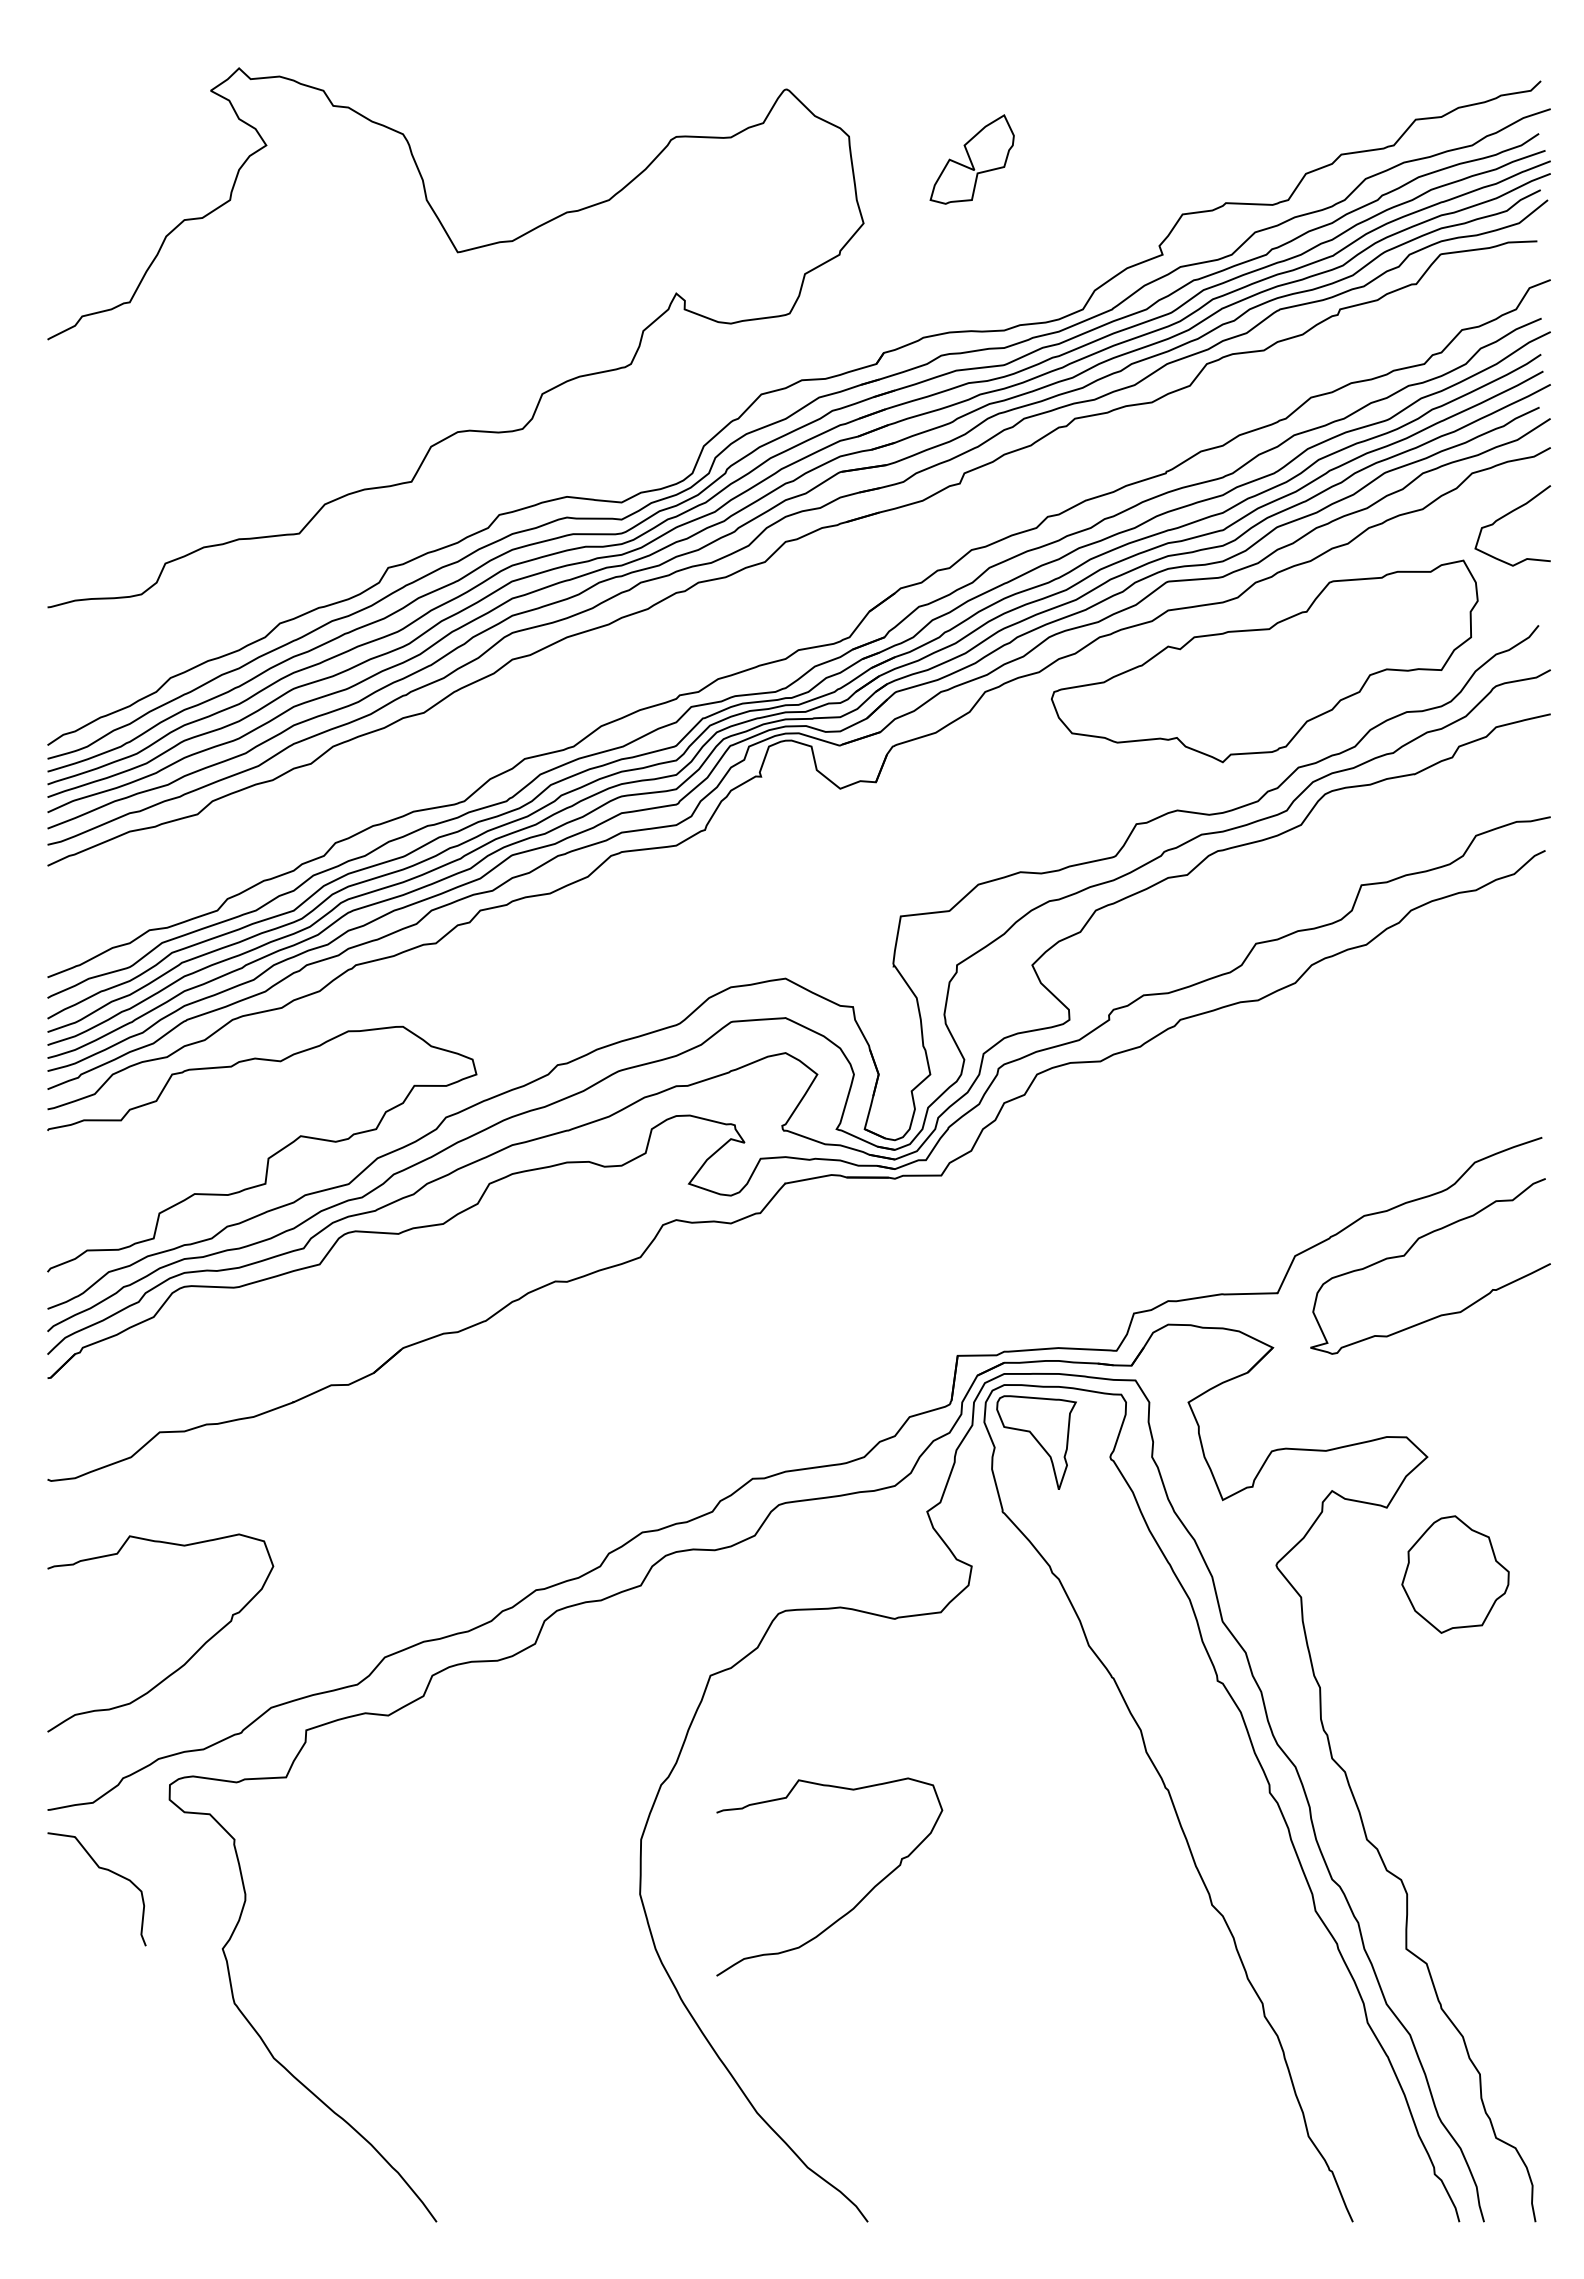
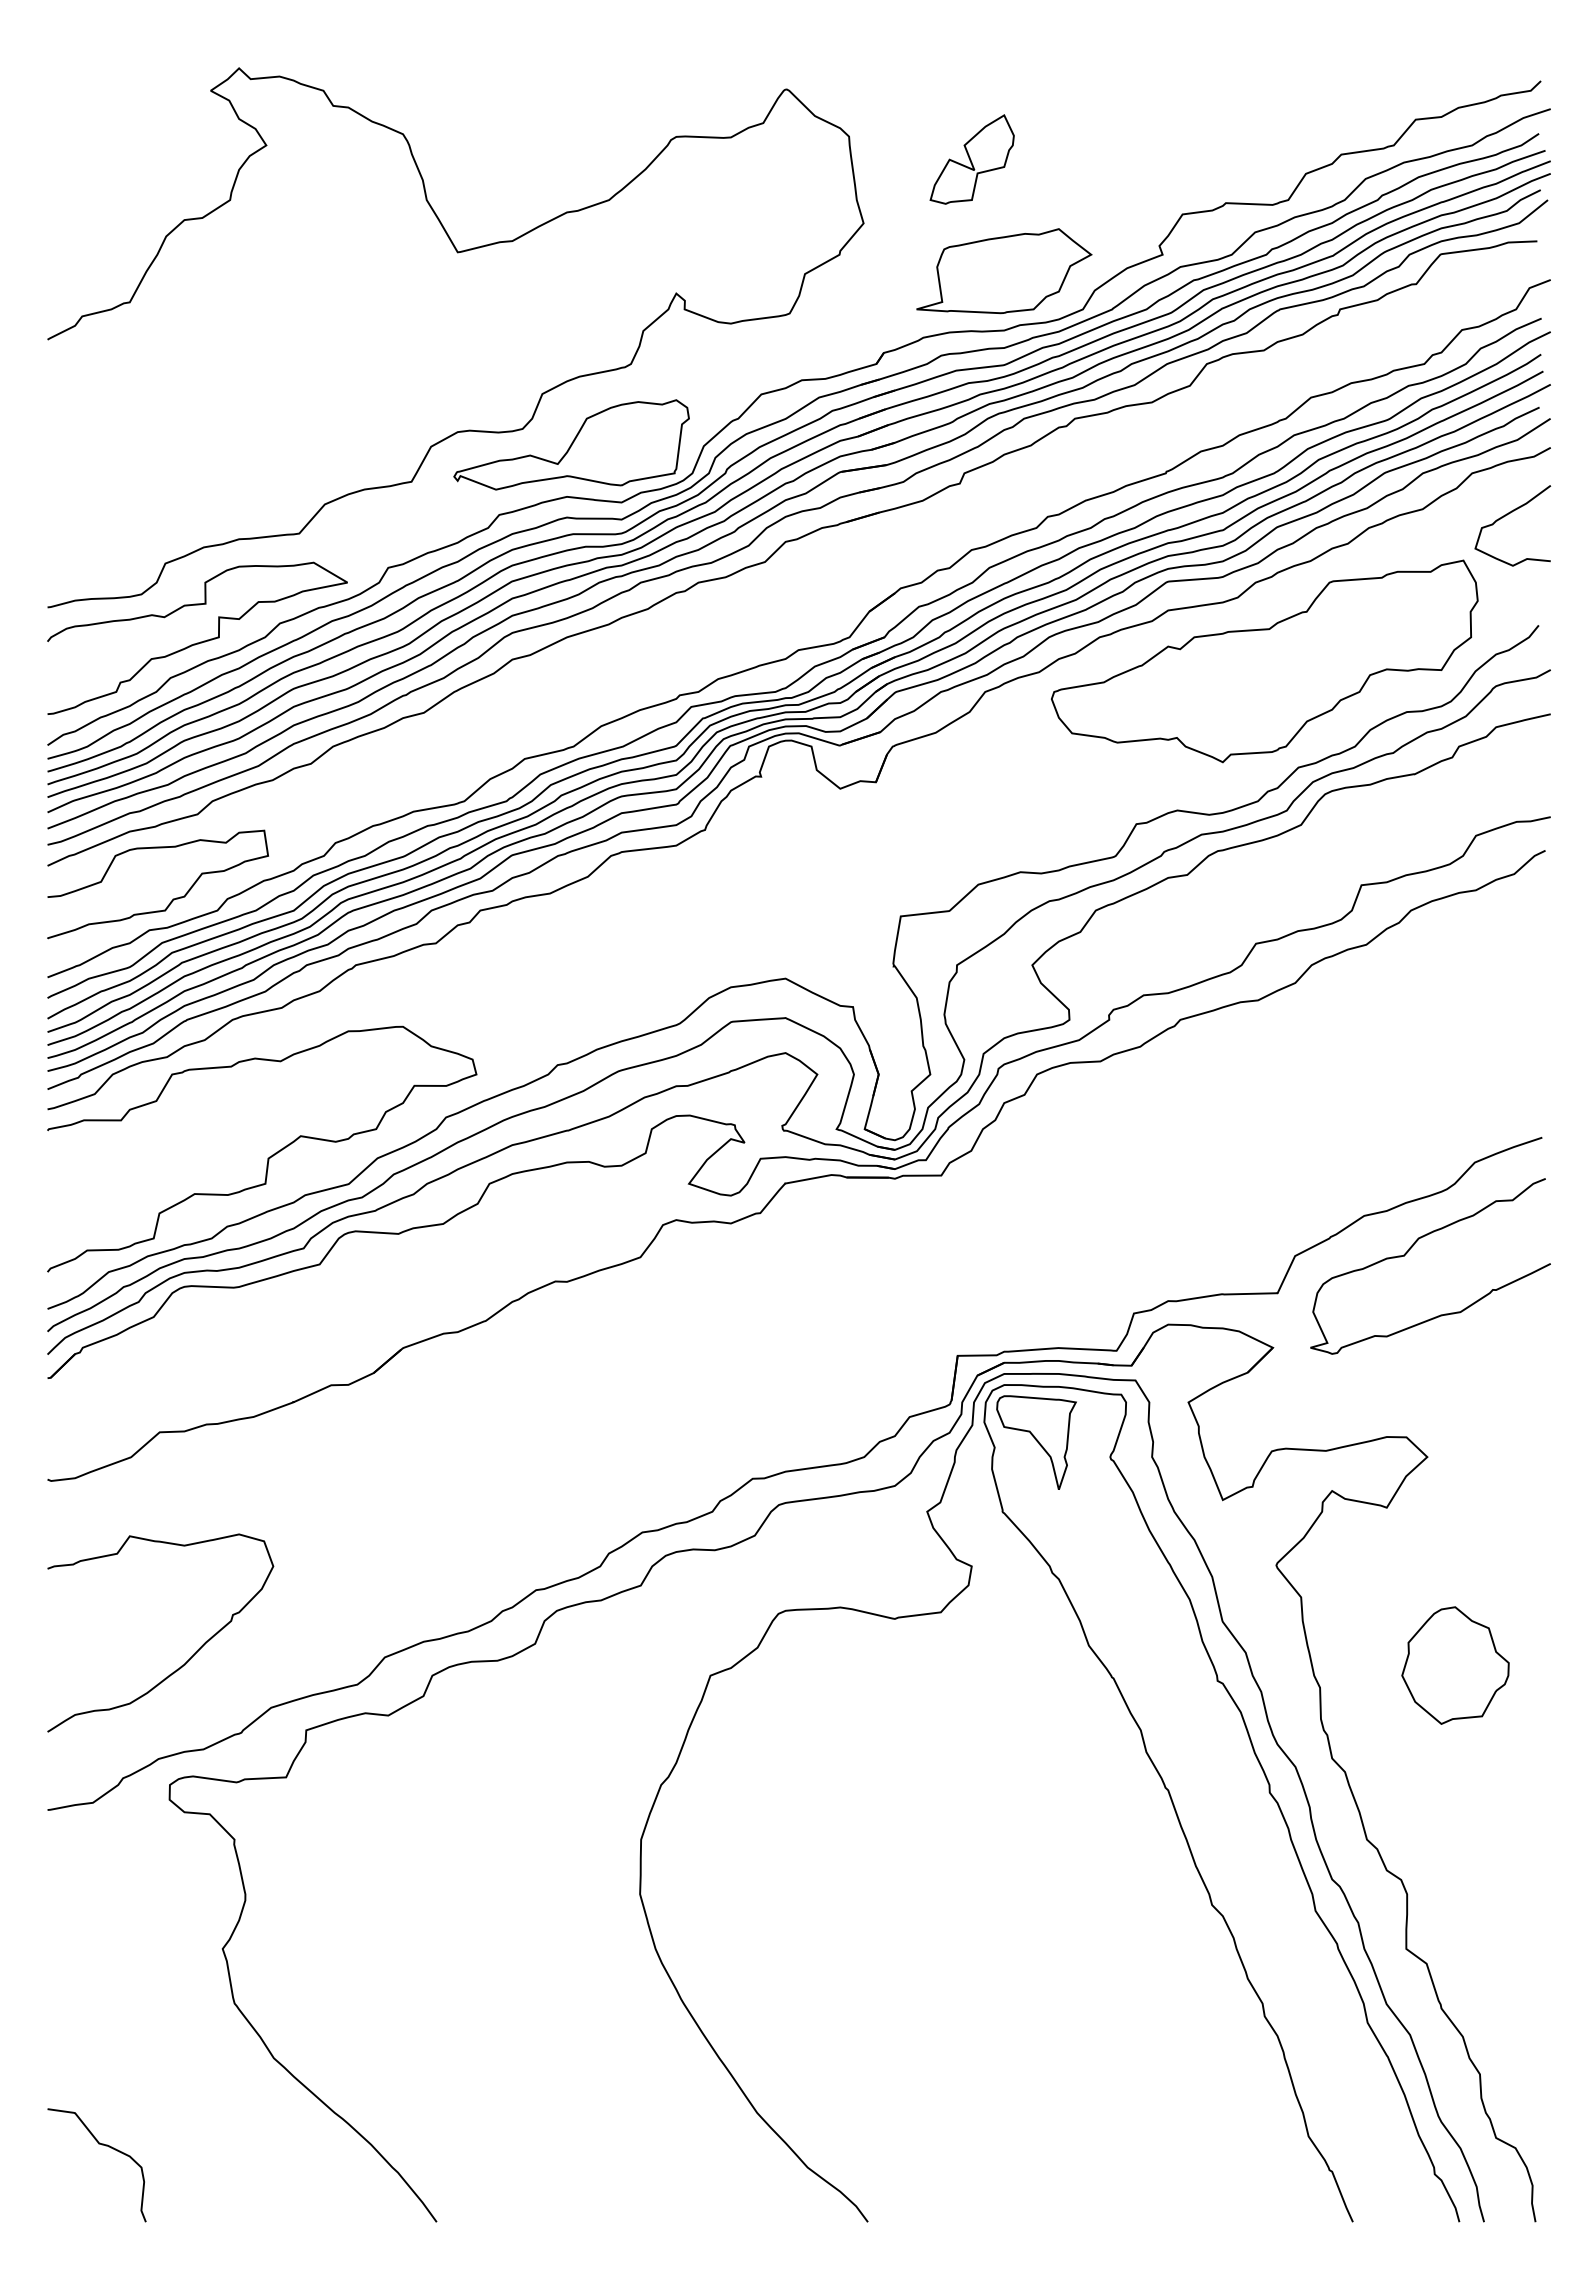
part at (1004, 271): none -> present
part at (571, 444): none -> present
curve at (200, 641): none -> present
curve at (173, 898): none -> present
part at (1455, 1574) position: (1455, 1574) -> (1455, 1665)
curve at (102, 1869) position: (102, 1869) -> (102, 2145)
curve at (857, 1903): present -> none
